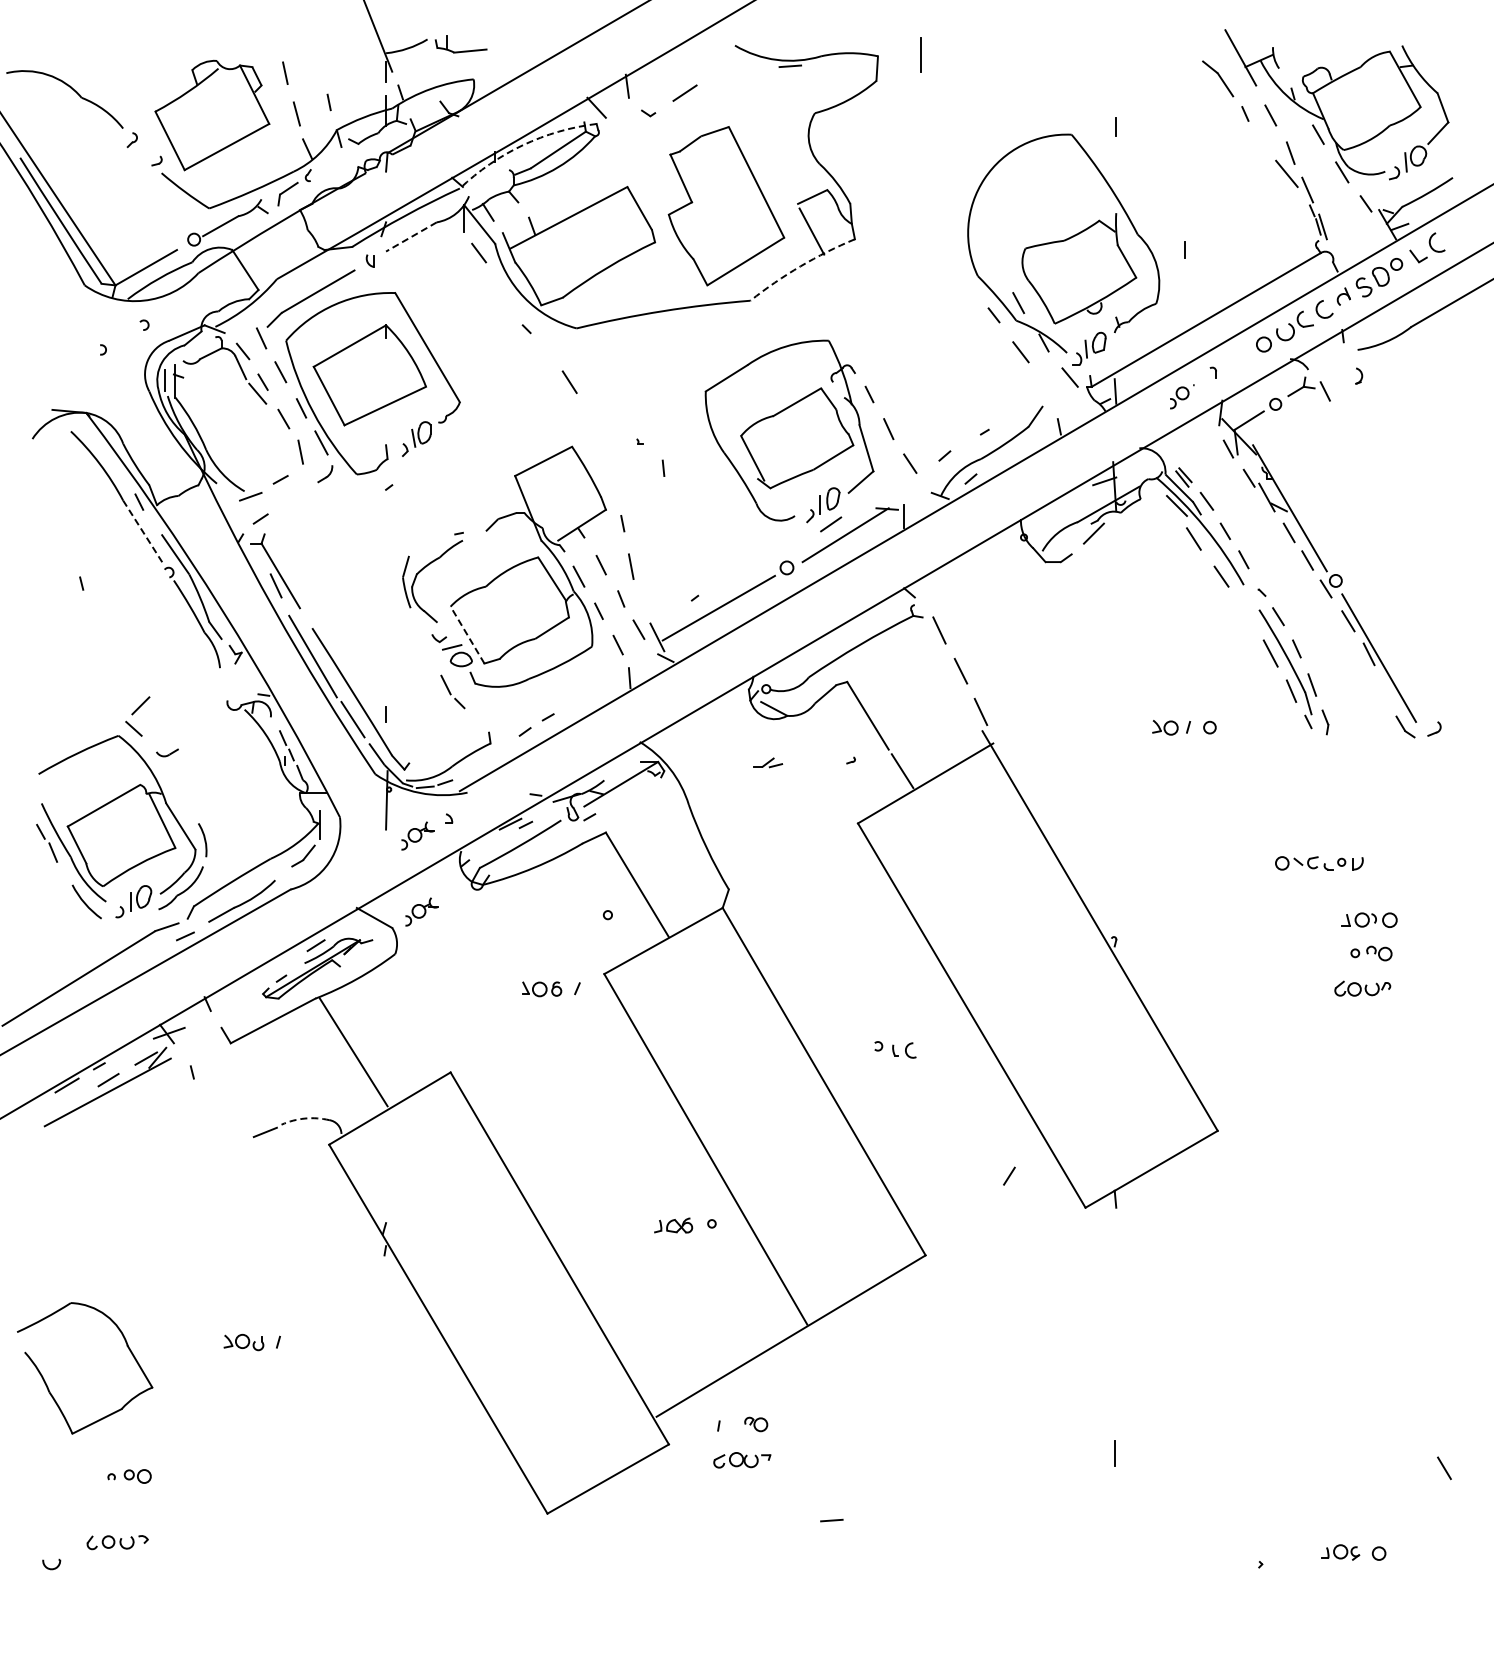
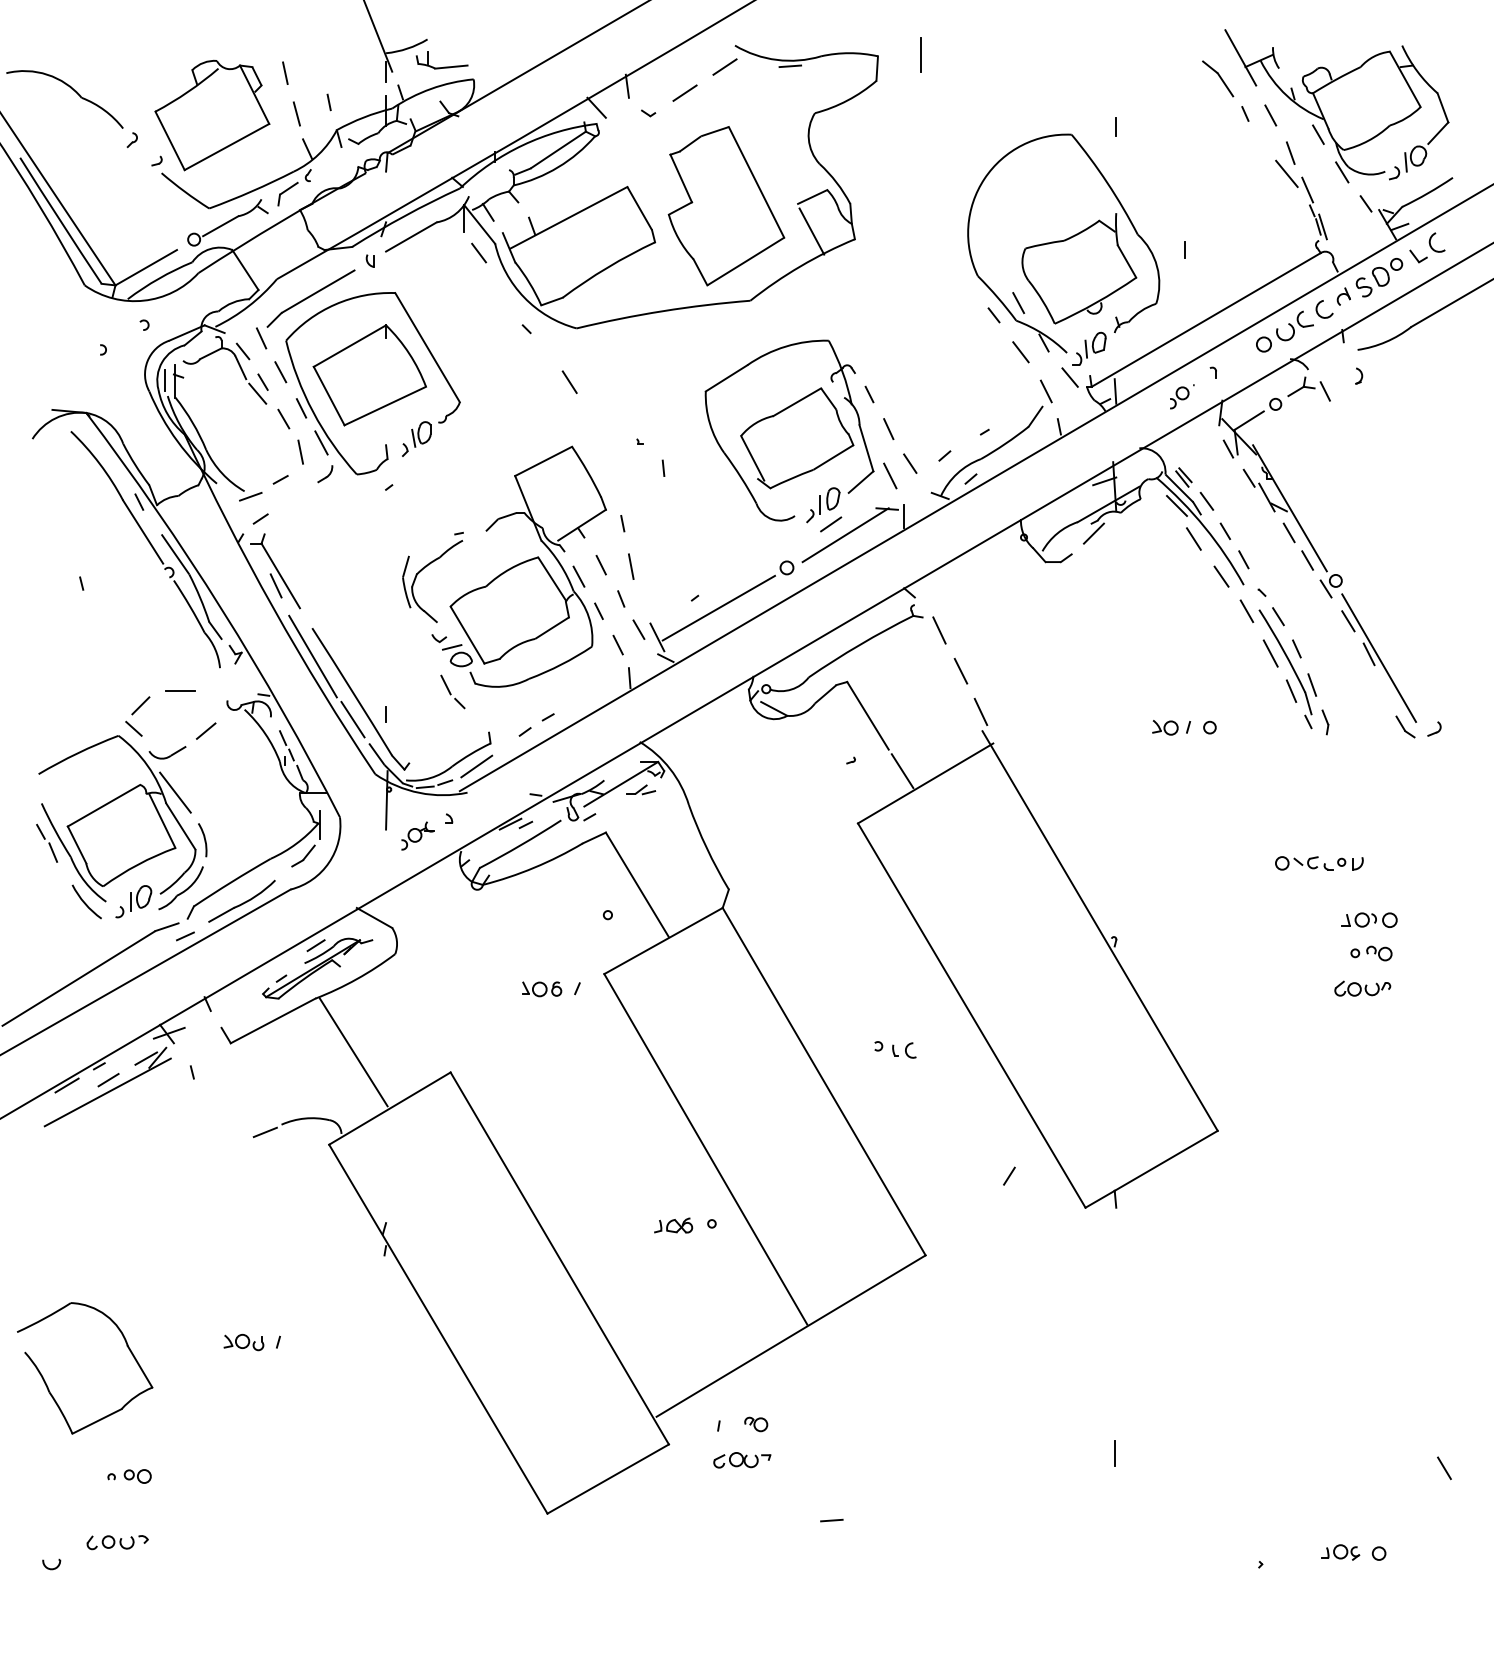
part at (462, 50) position: (462, 50) -> (443, 66)
line at (724, 66): none -> present
arc at (523, 145): dashed -> solid
line at (411, 237): dashed -> solid
arc at (800, 266): dashed -> solid
line at (1045, 391): none -> present
line at (890, 475): none -> present
line at (143, 532): dashed -> solid
line at (1246, 610): none -> present
line at (467, 634): dashed -> solid
line at (180, 691): none -> present
line at (205, 730): none -> present
part at (167, 752) size: 23x10 px -> 39x14 px
part at (768, 762) position: (768, 762) -> (641, 789)
line at (476, 766): none -> present
line at (175, 792): none -> present
part at (421, 911): present -> none
arc at (304, 1118): dashed -> solid
